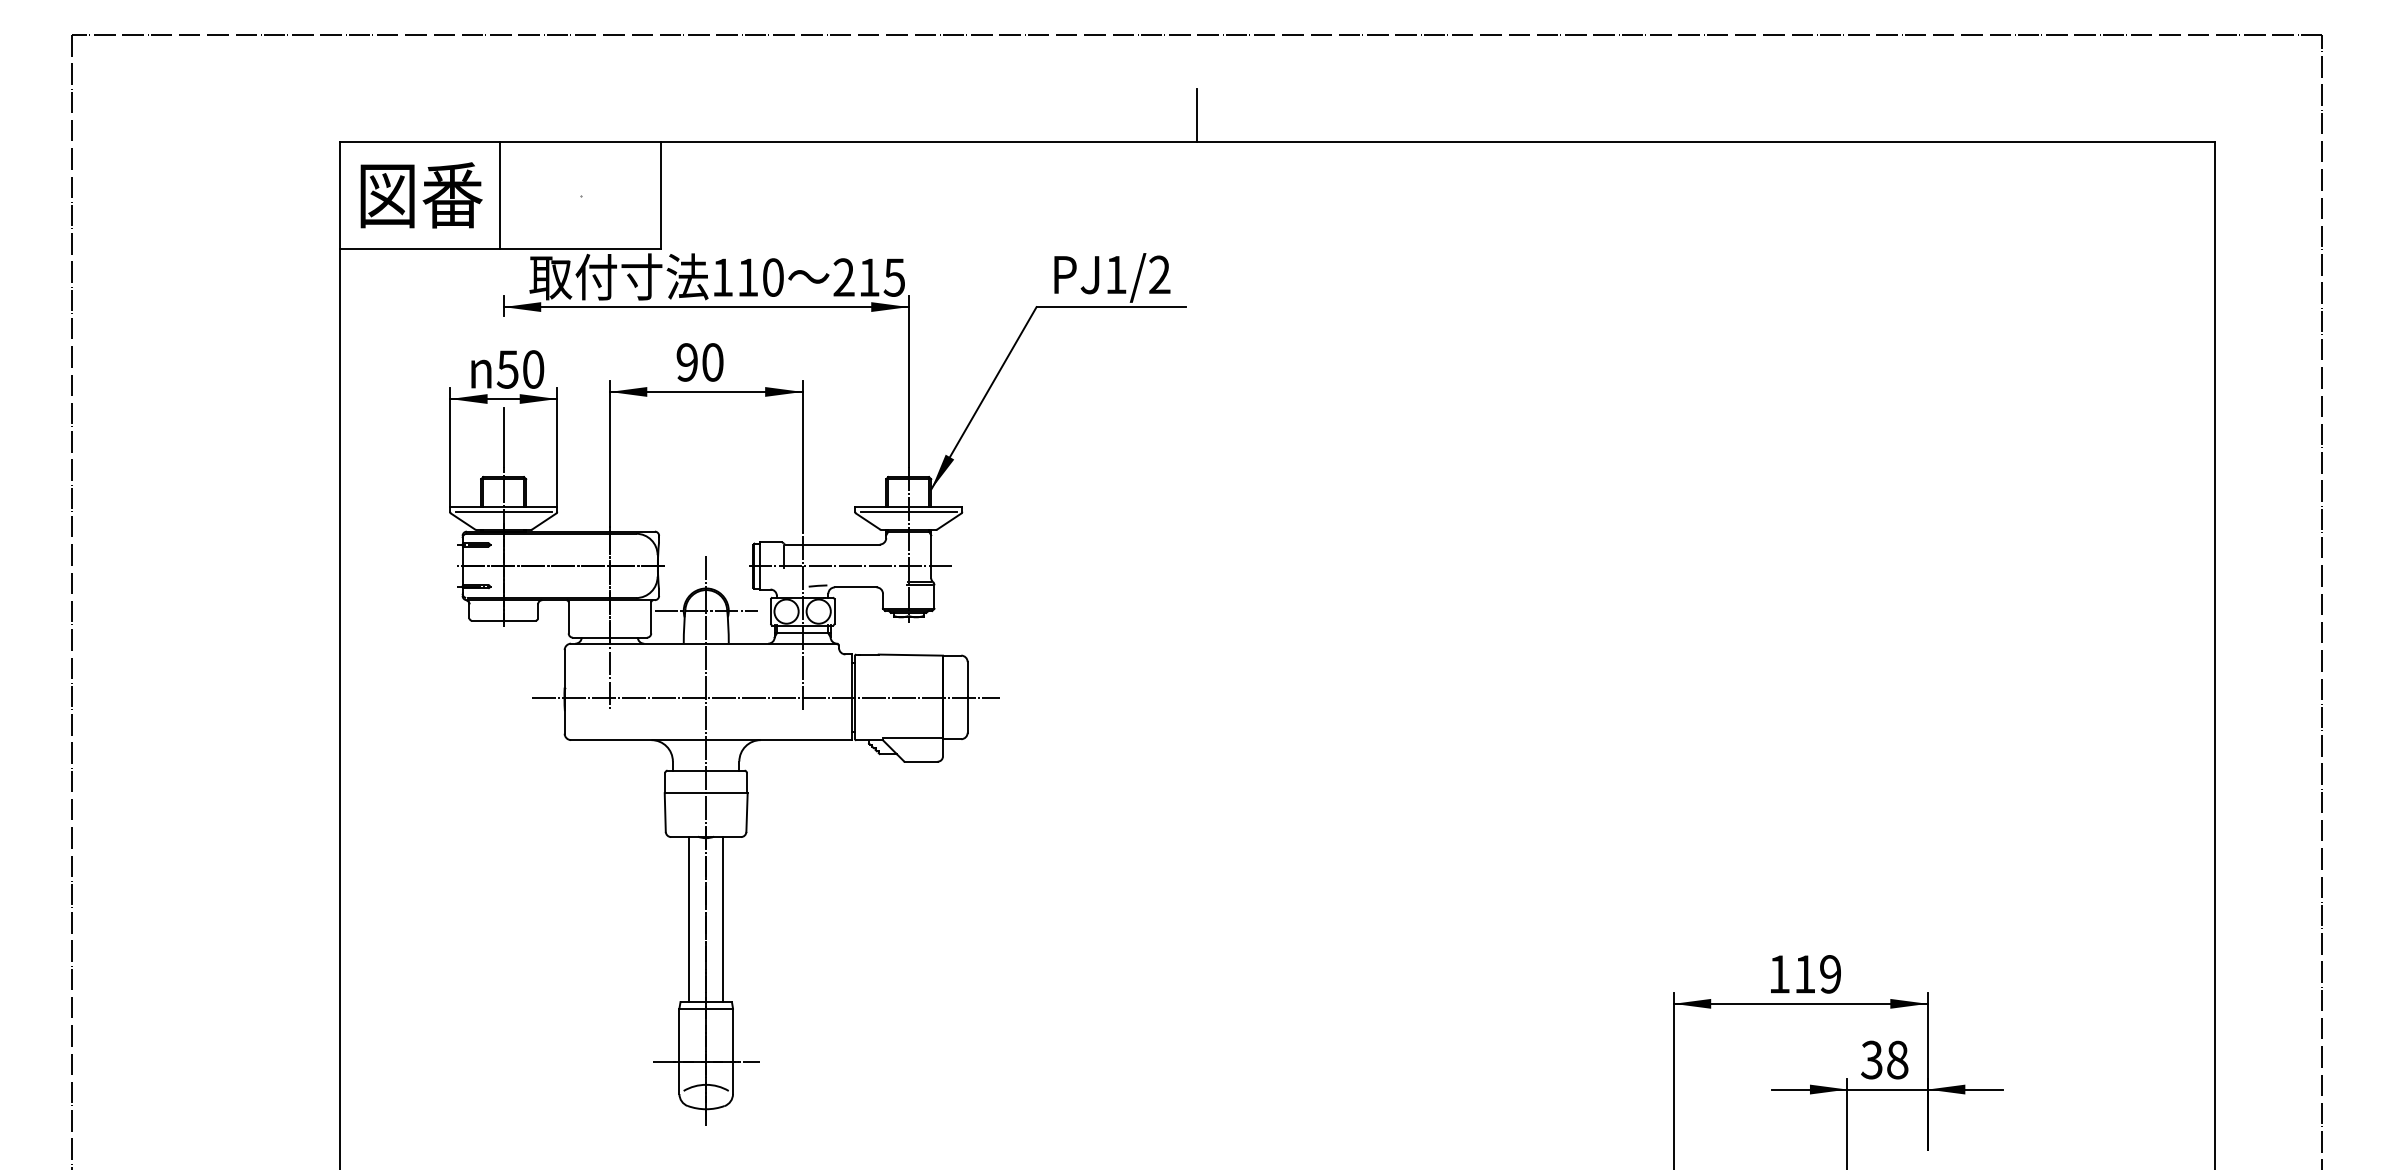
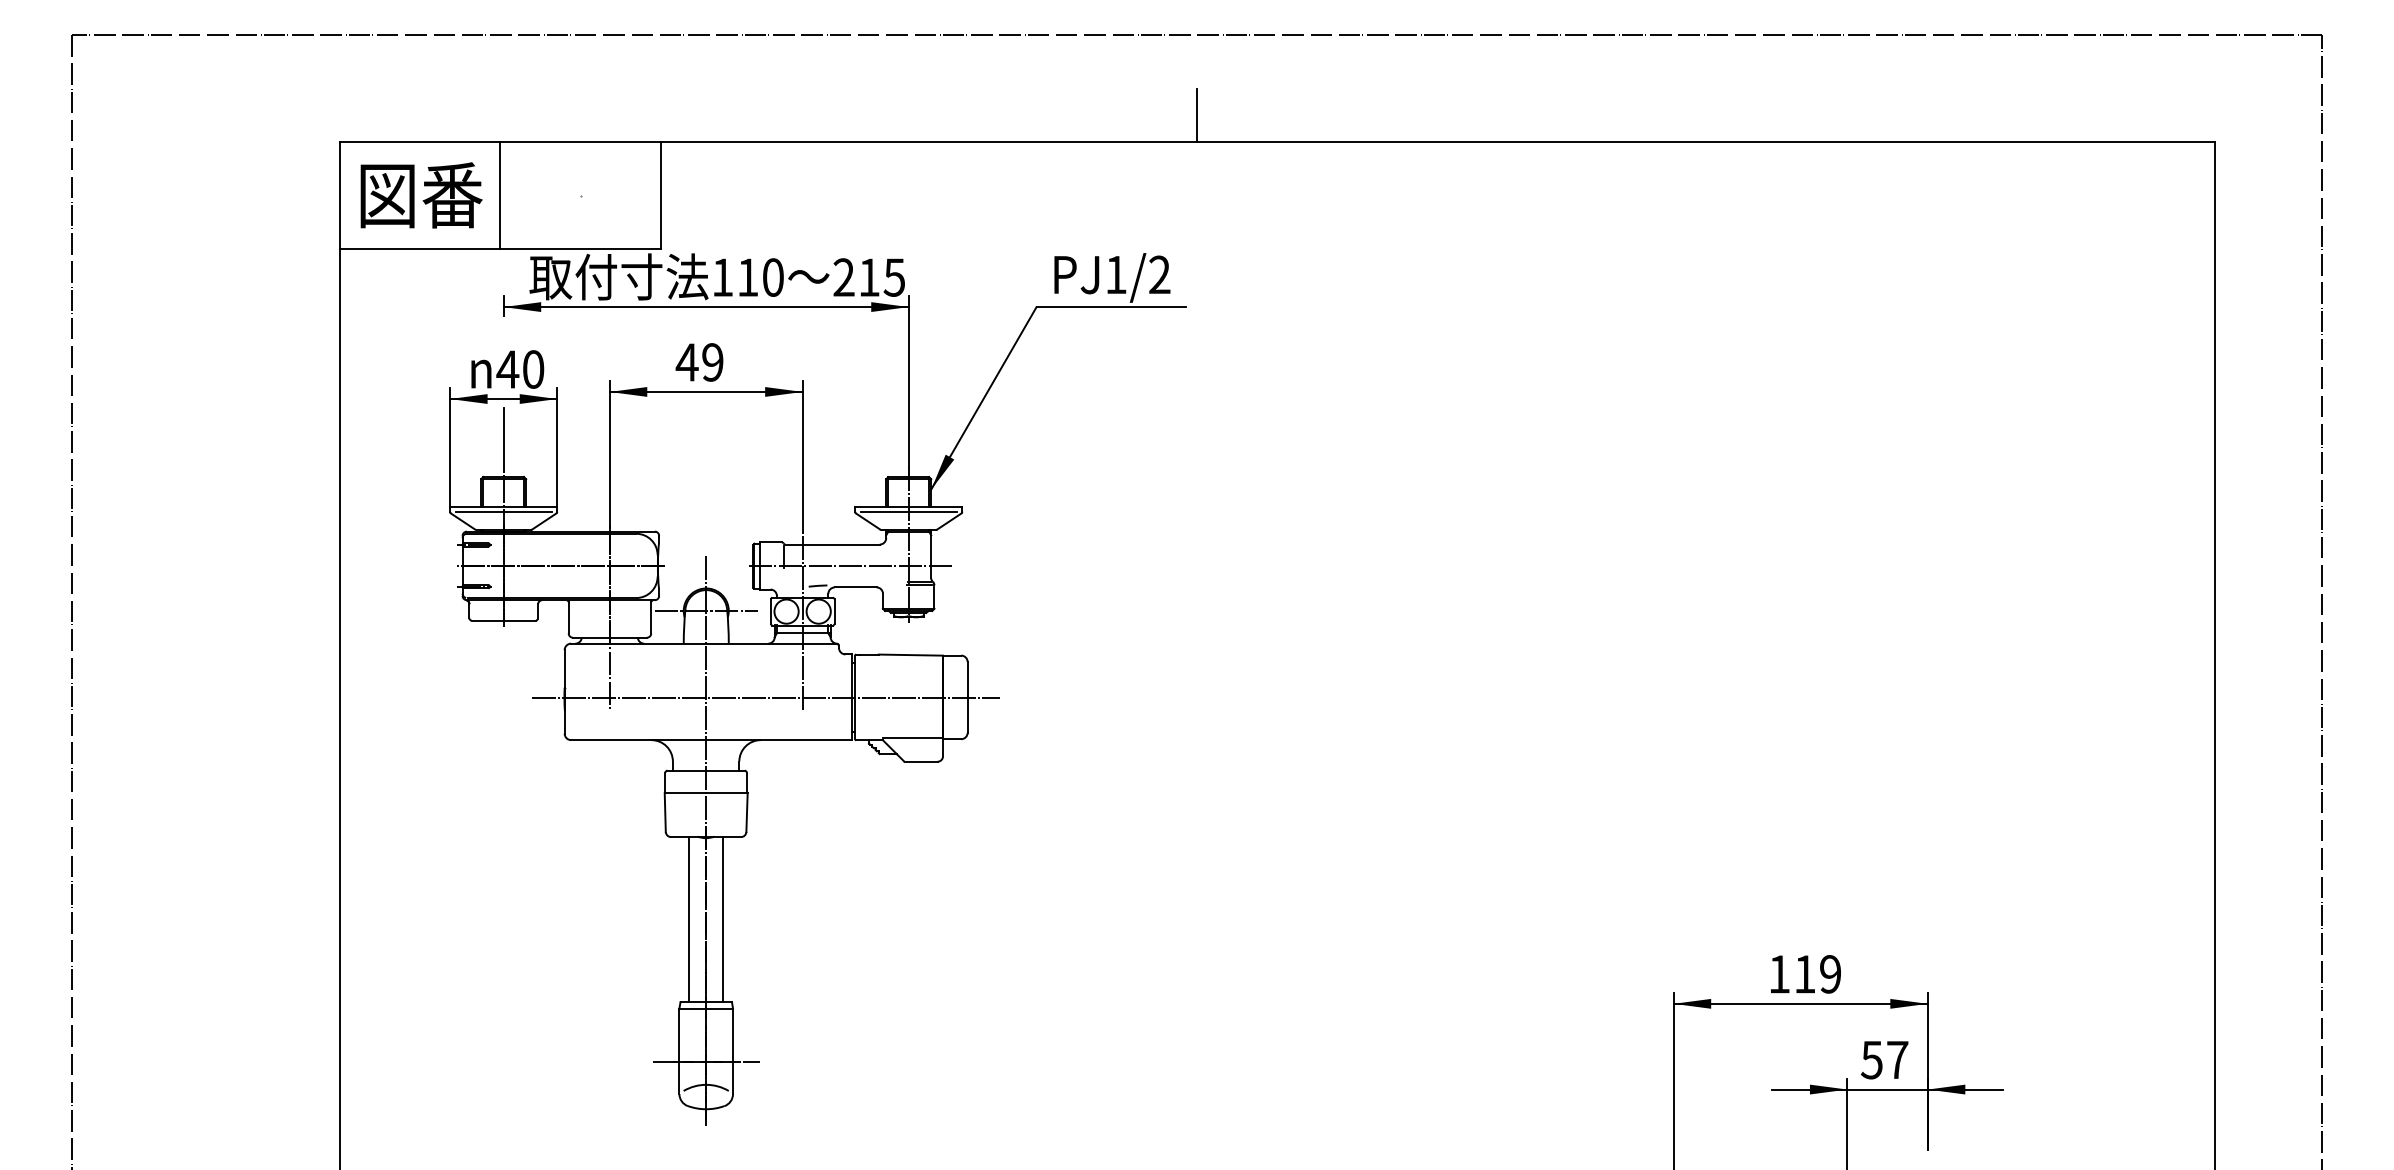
text at (699, 362): 90 -> 49
text at (507, 369): 50 -> 40
text at (1884, 1059): 38 -> 57
